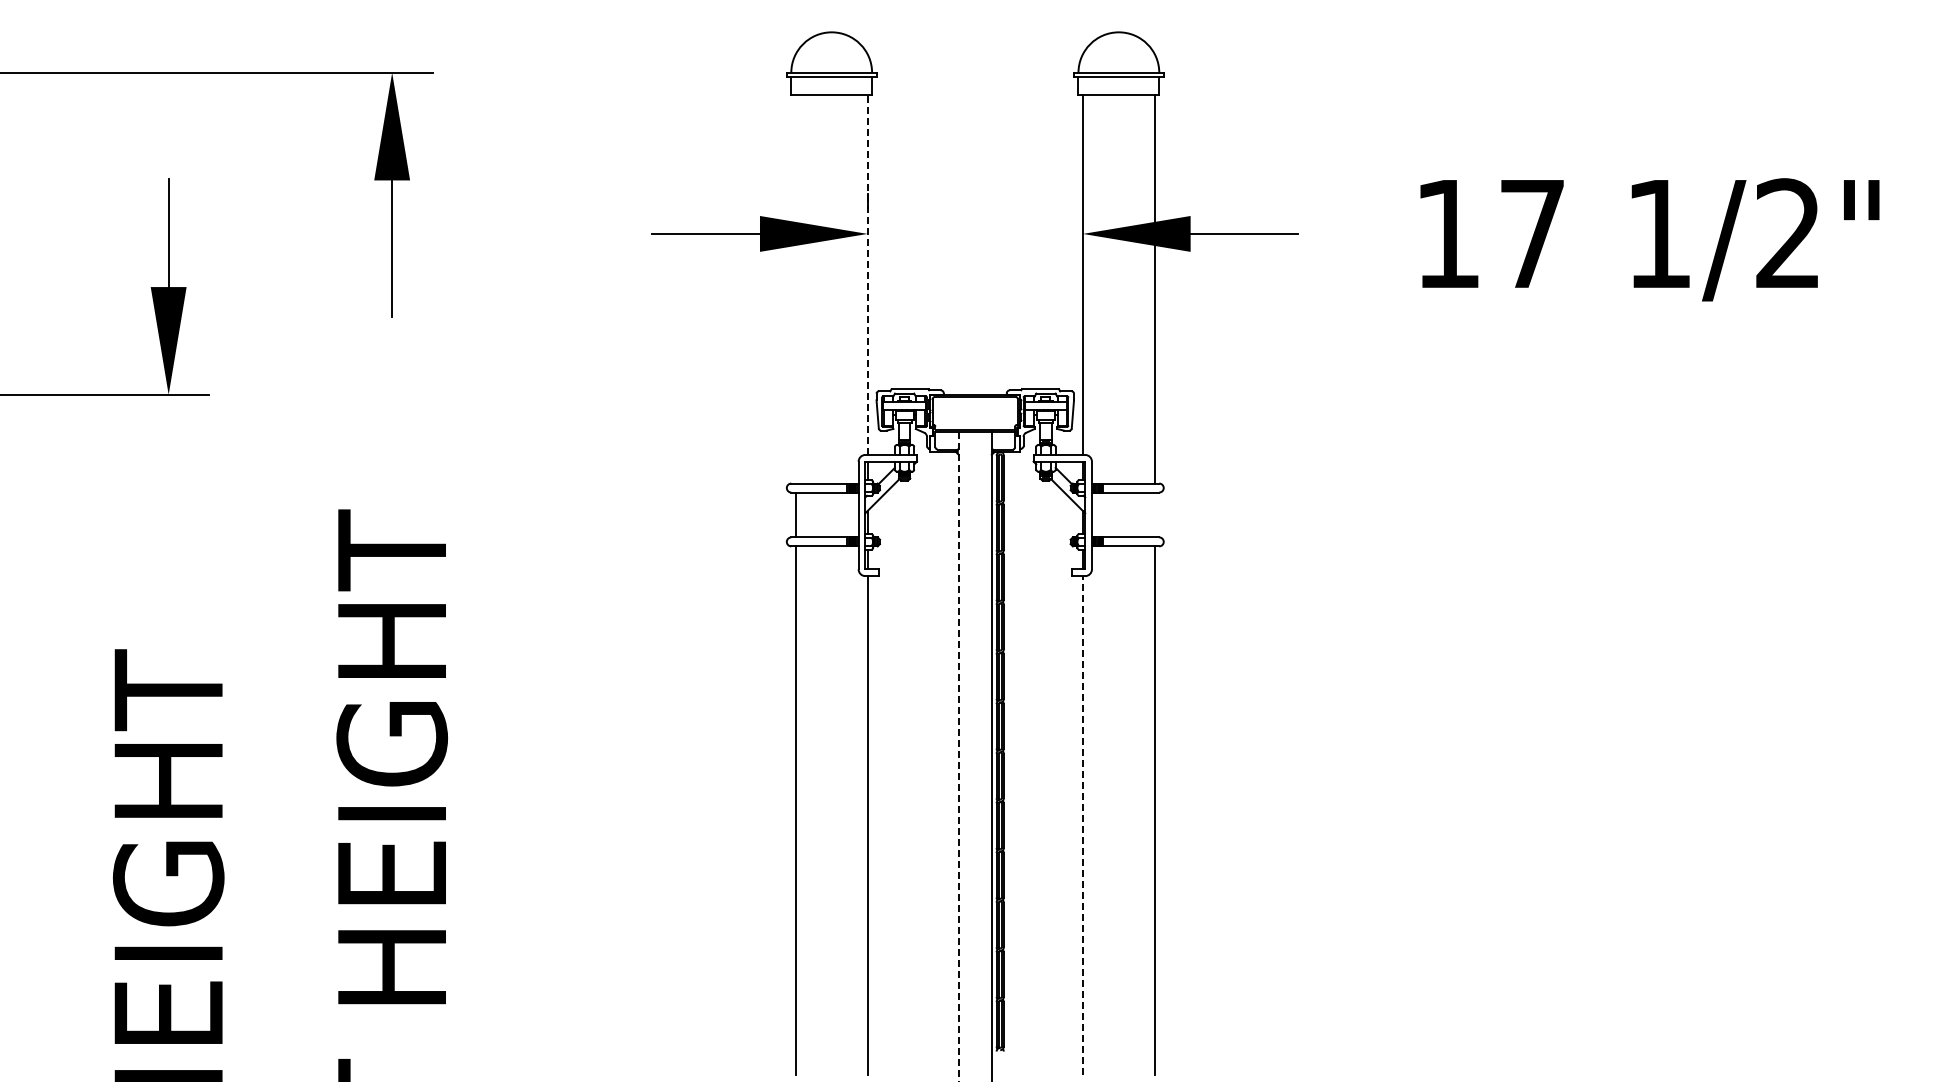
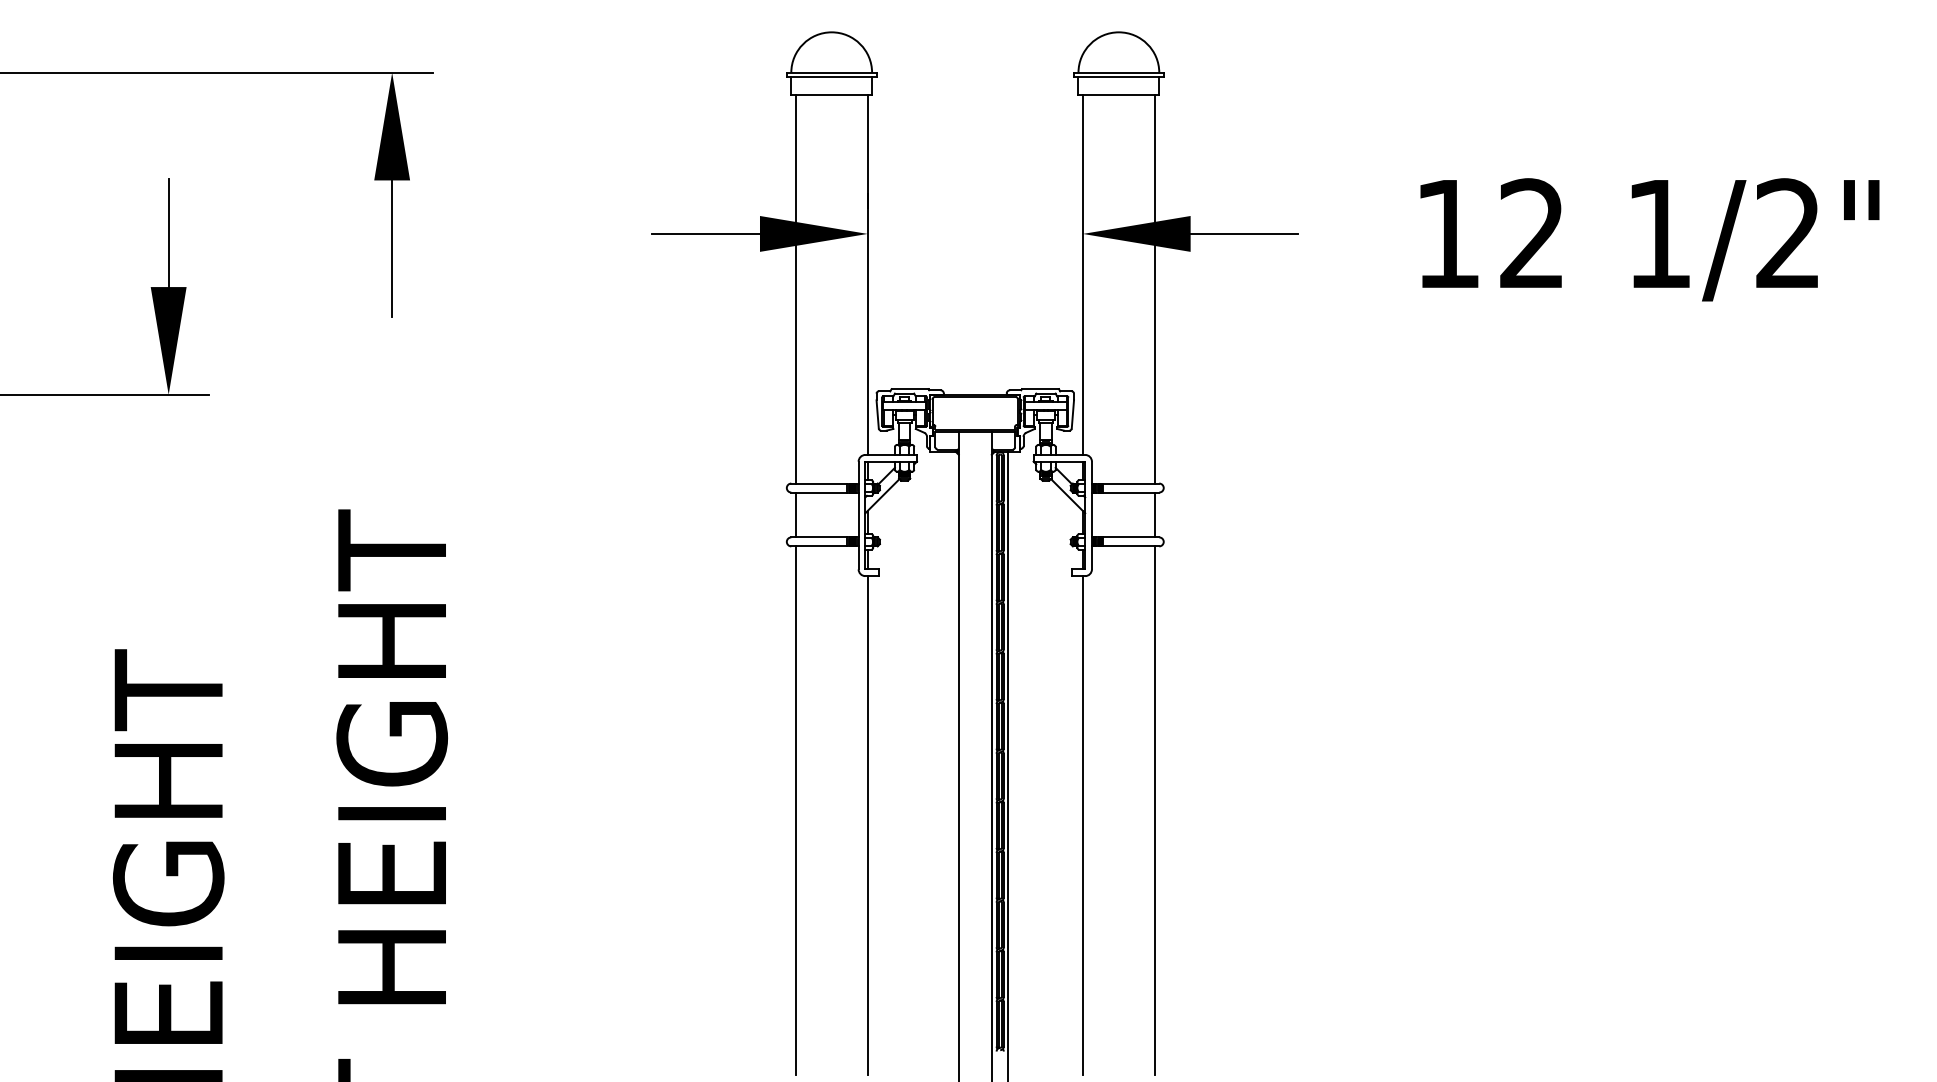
text at (1531, 232): 17 -> 12
line at (867, 275): dashed -> solid
line at (795, 289): none -> present
line at (1154, 514): none -> present
line at (958, 756): dashed -> solid
line at (1008, 764): none -> present
line at (1082, 825): dashed -> solid
